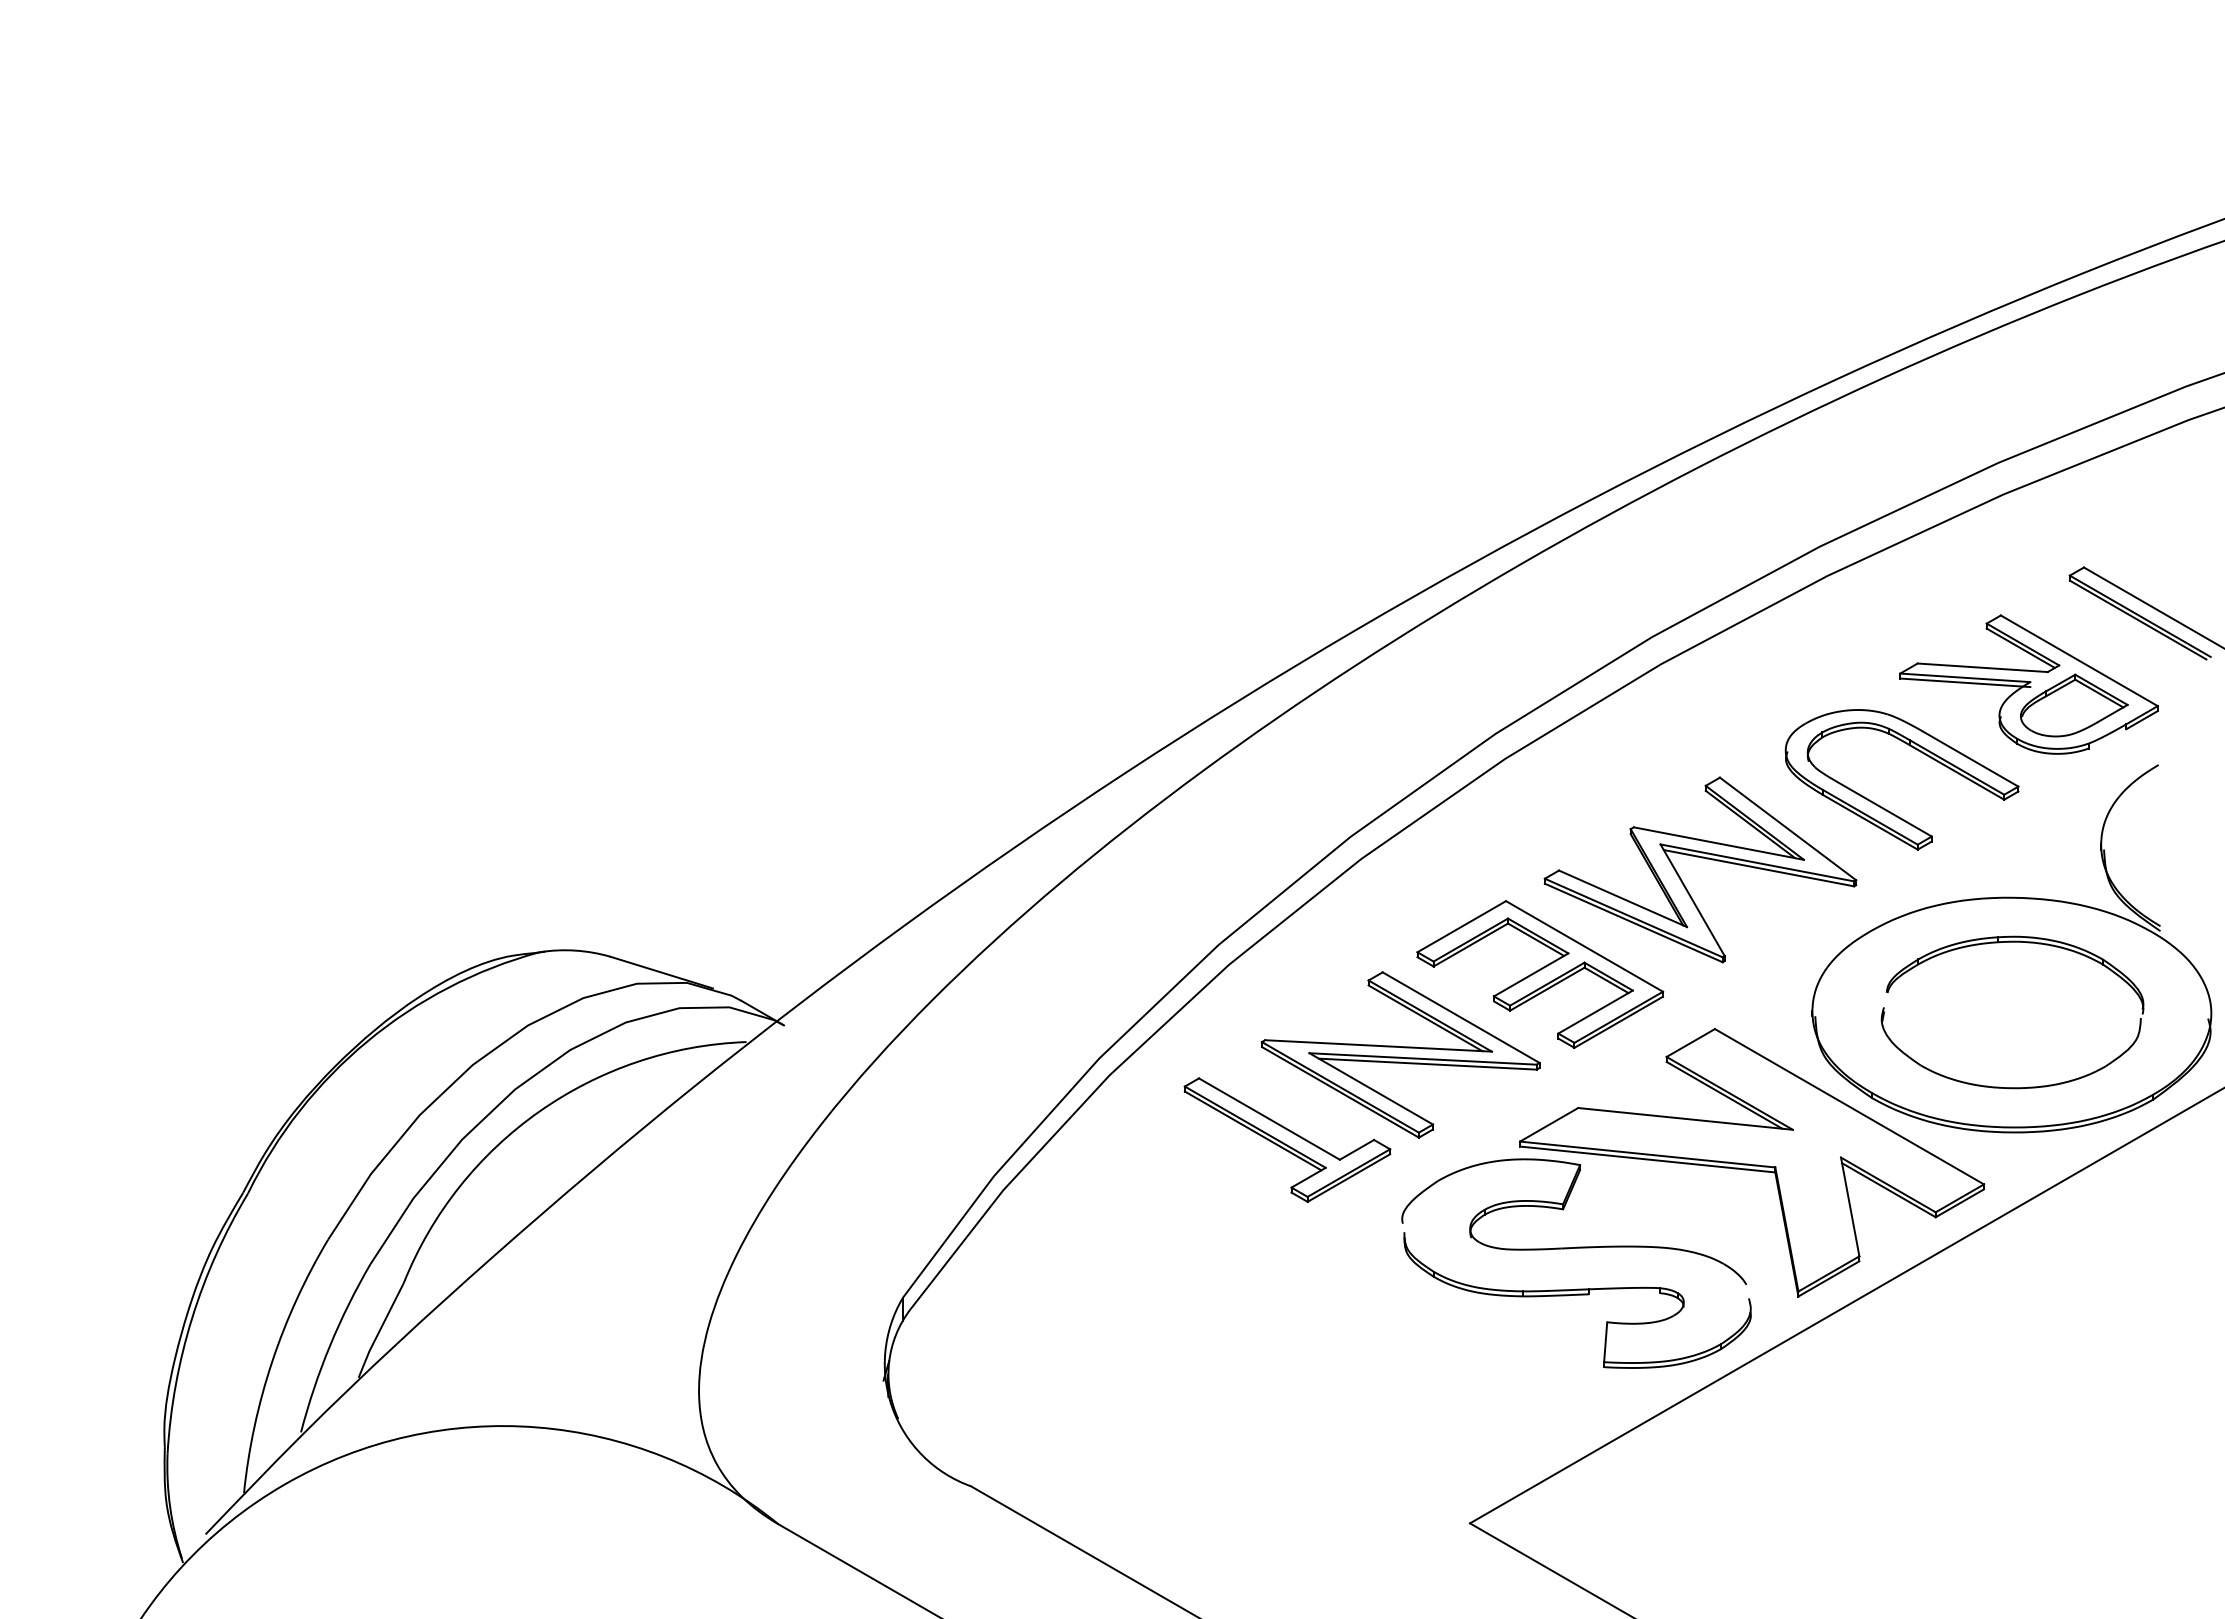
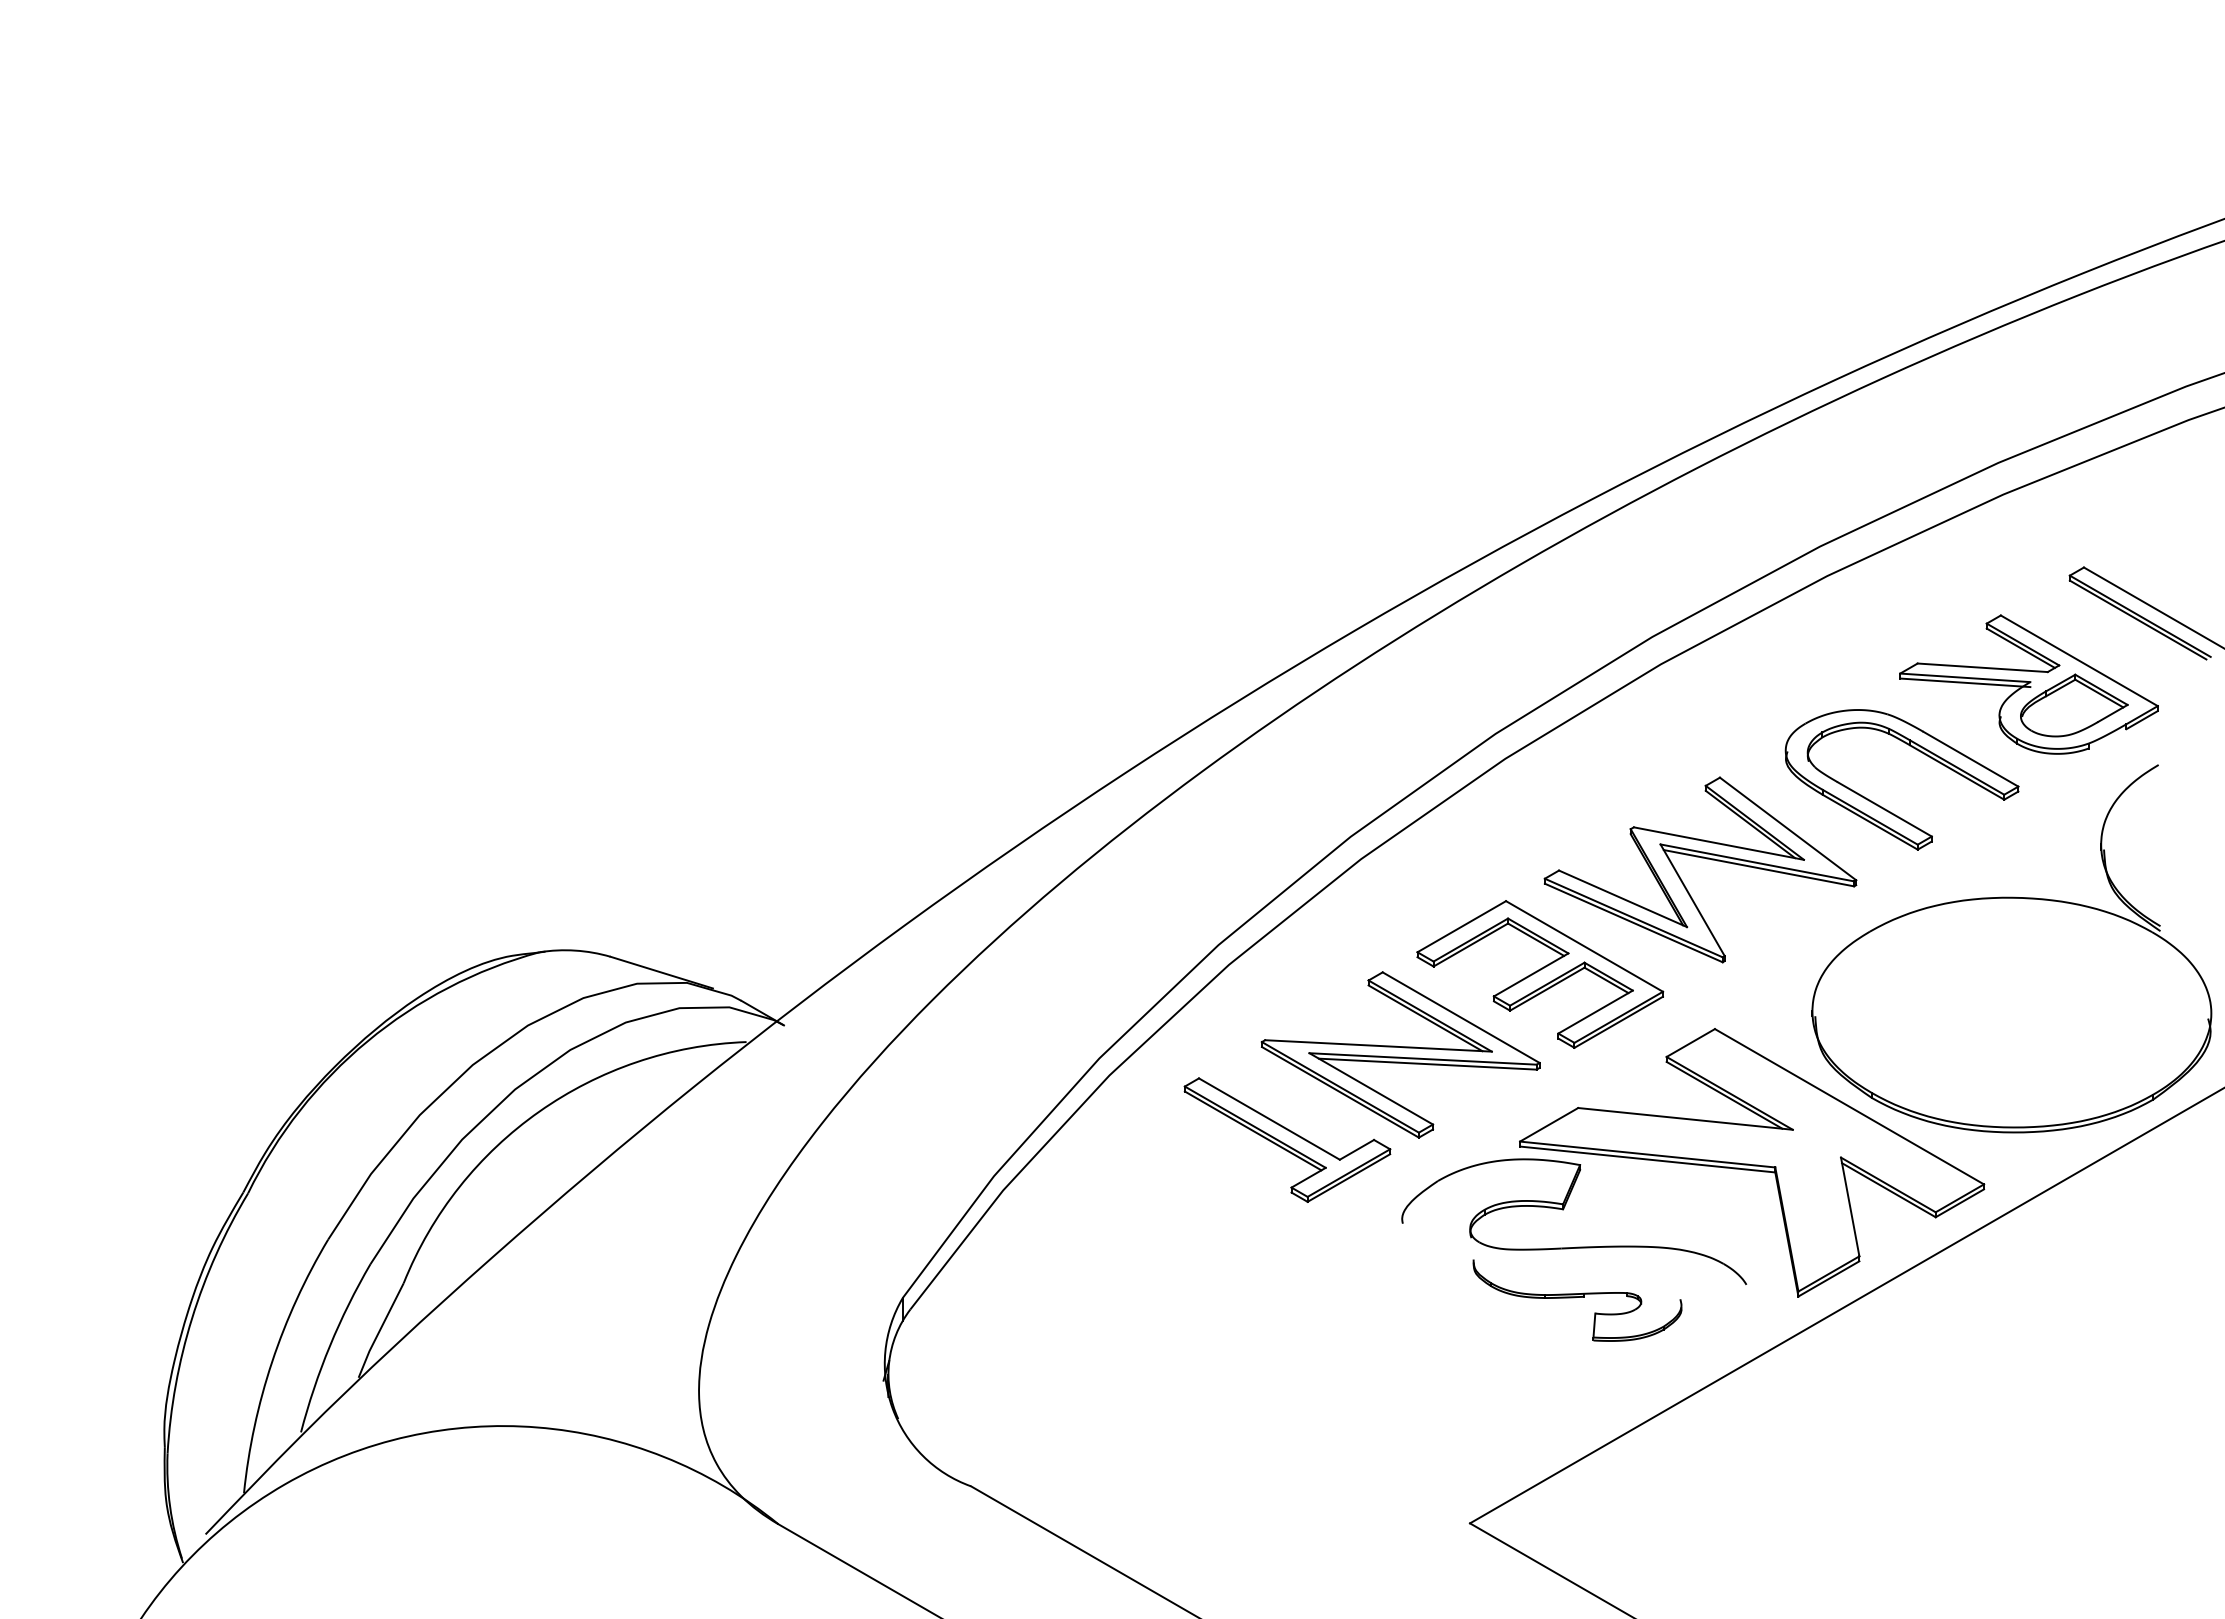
part at (2012, 942): present -> none
part at (1577, 1300) size: 349x137 px -> 211x83 px
